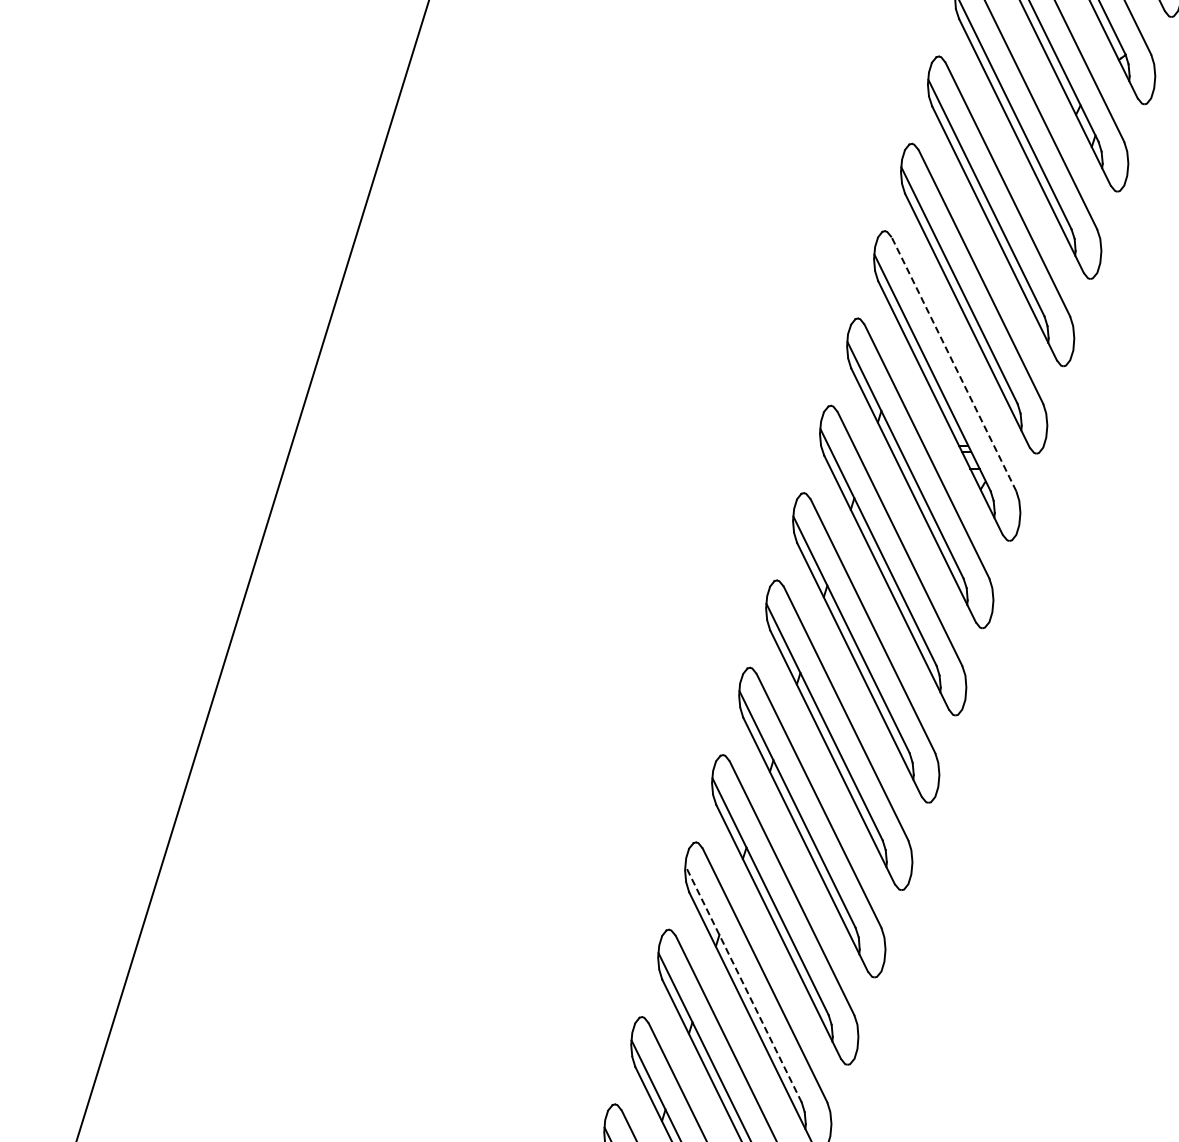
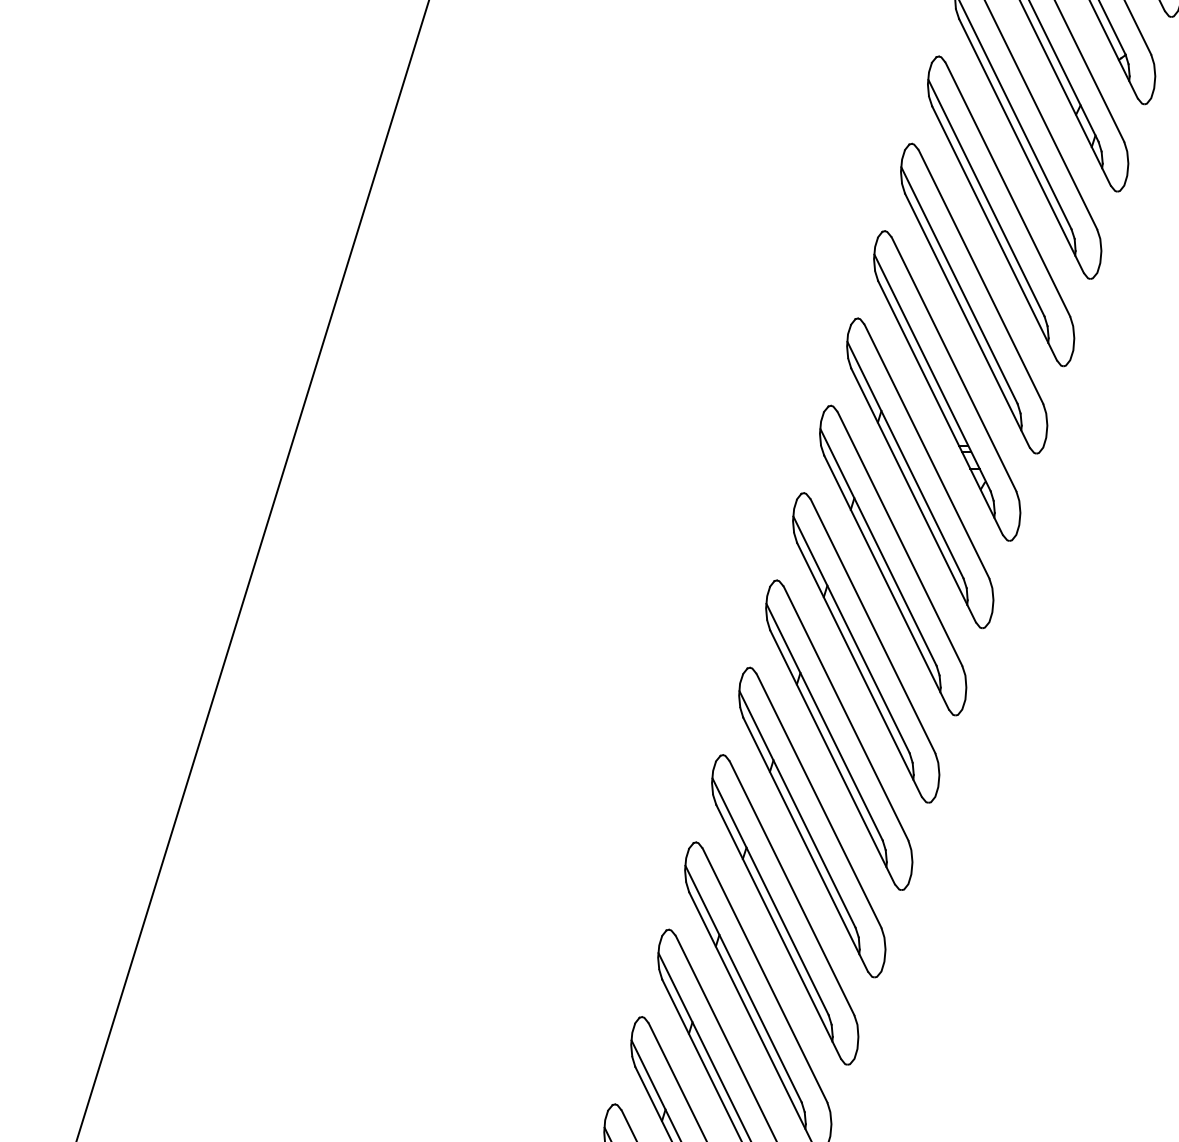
line at (953, 363): dashed -> solid
line at (743, 984): dashed -> solid
